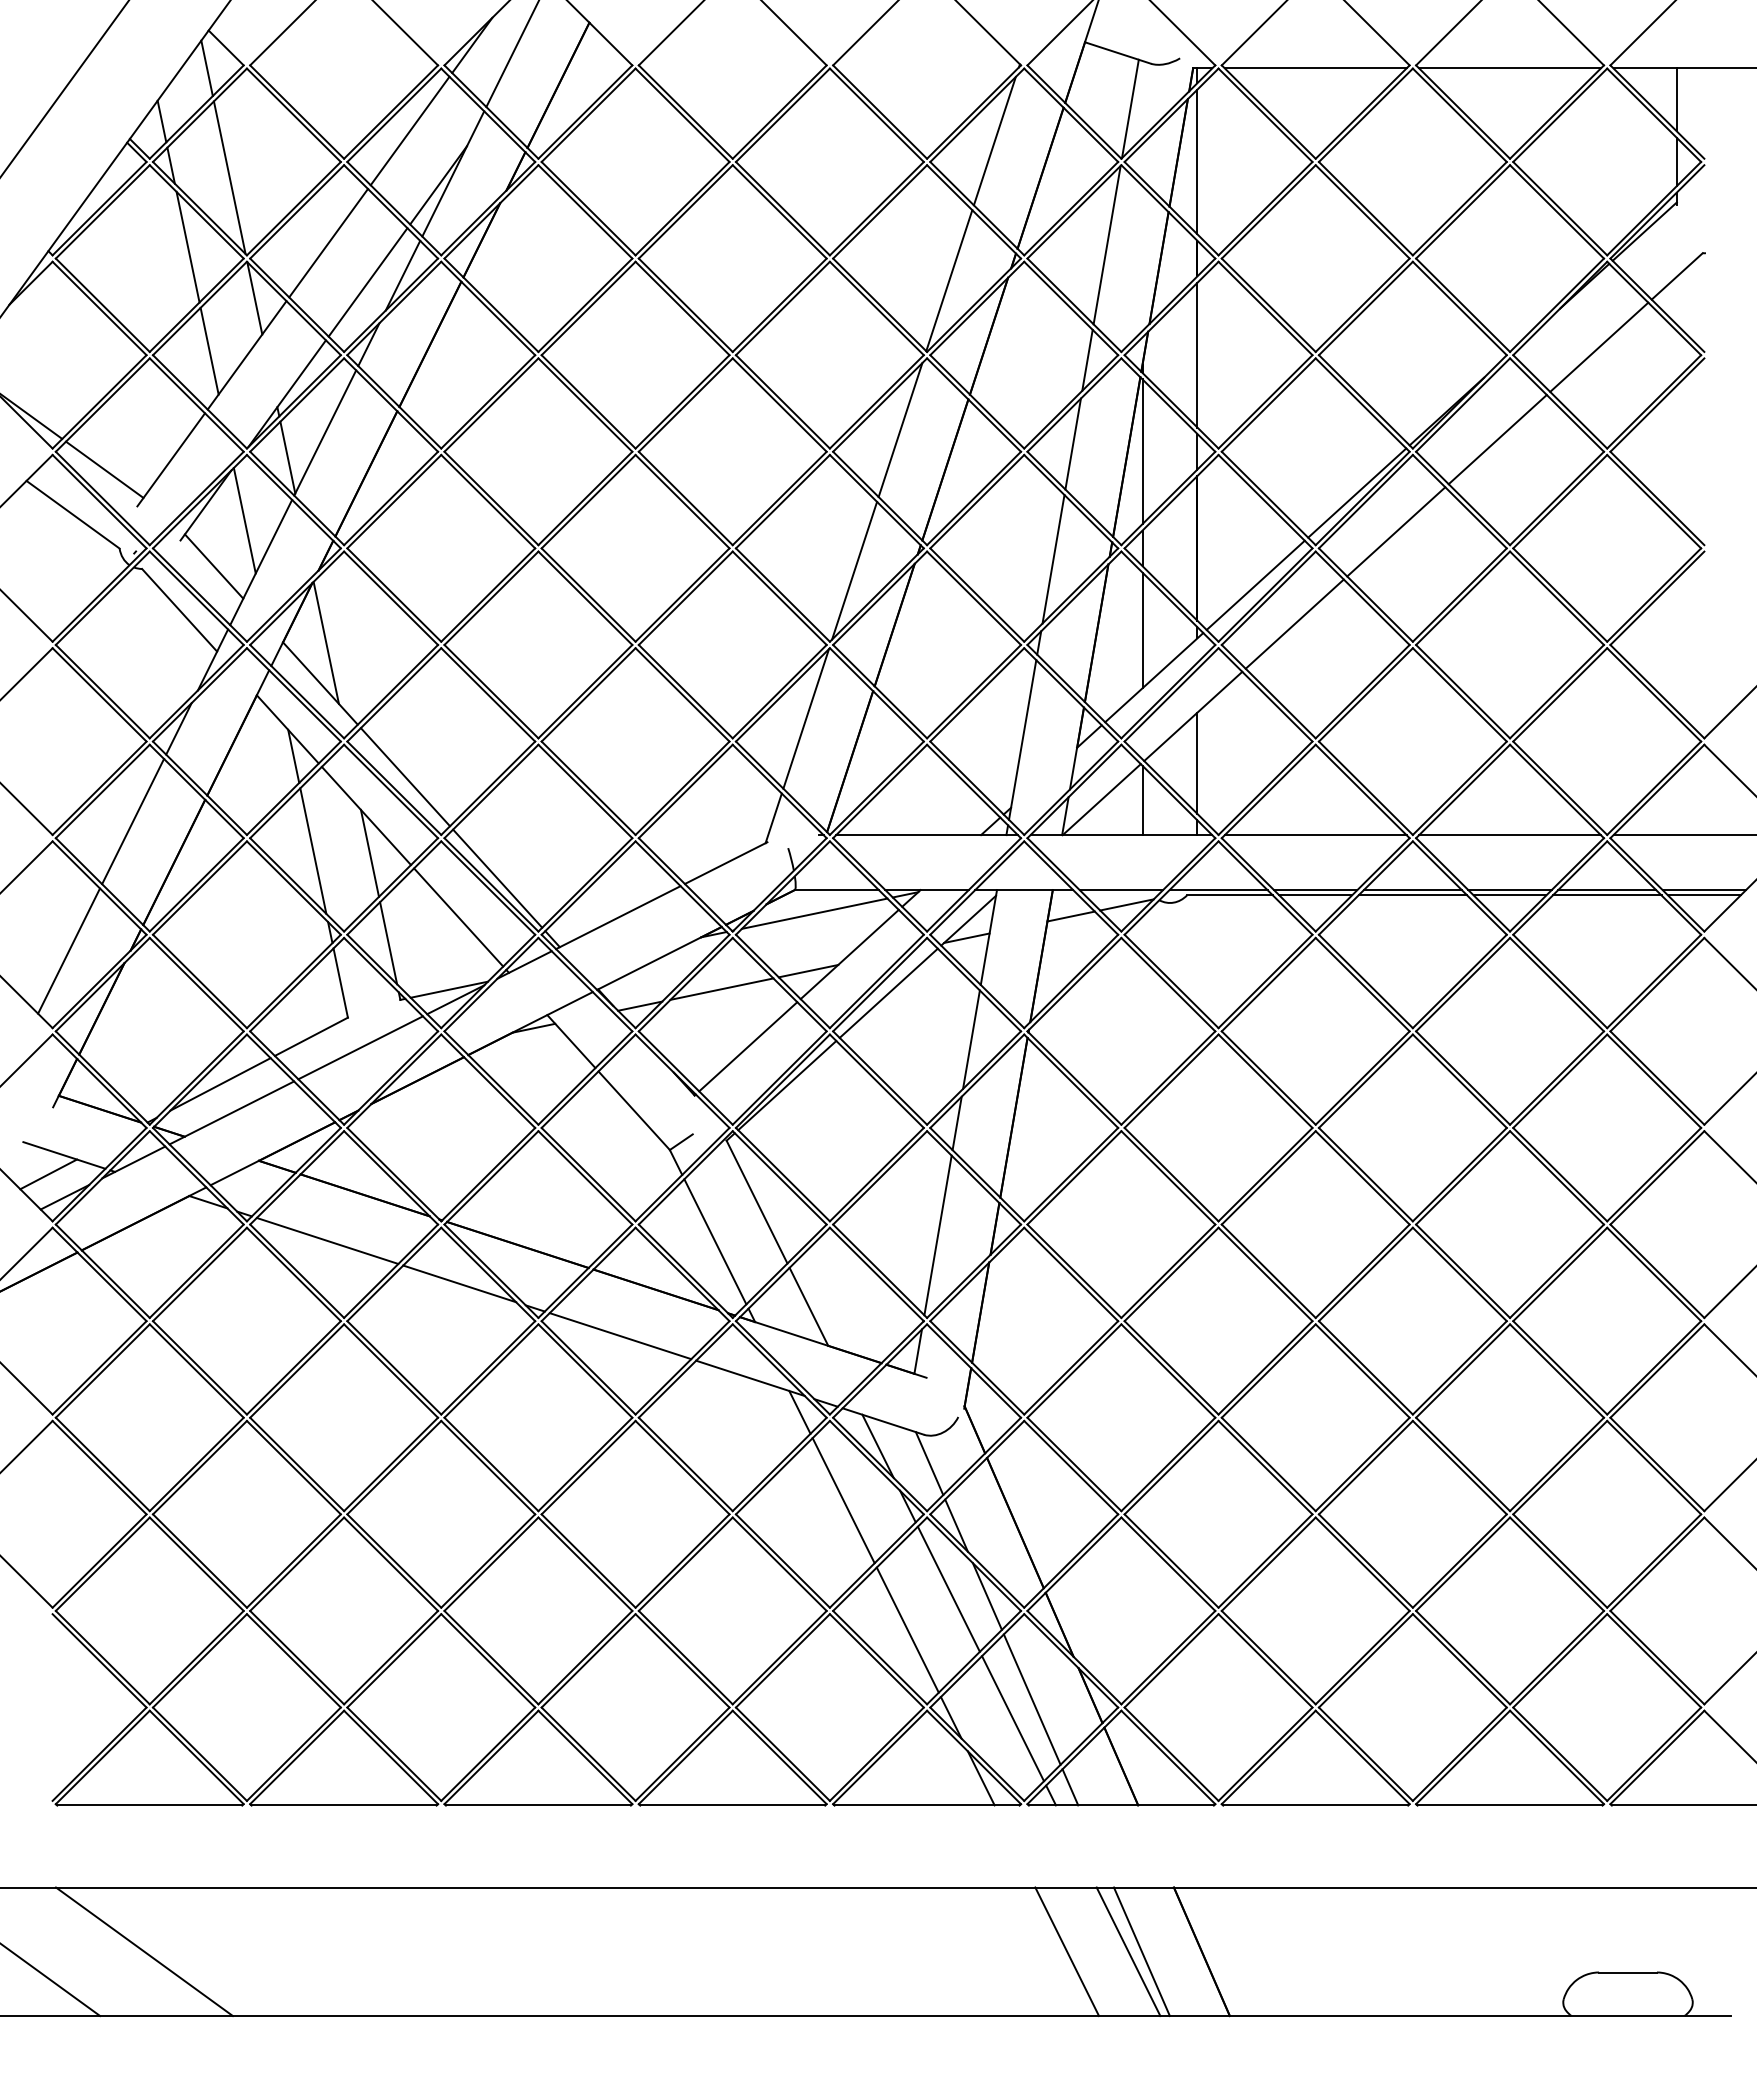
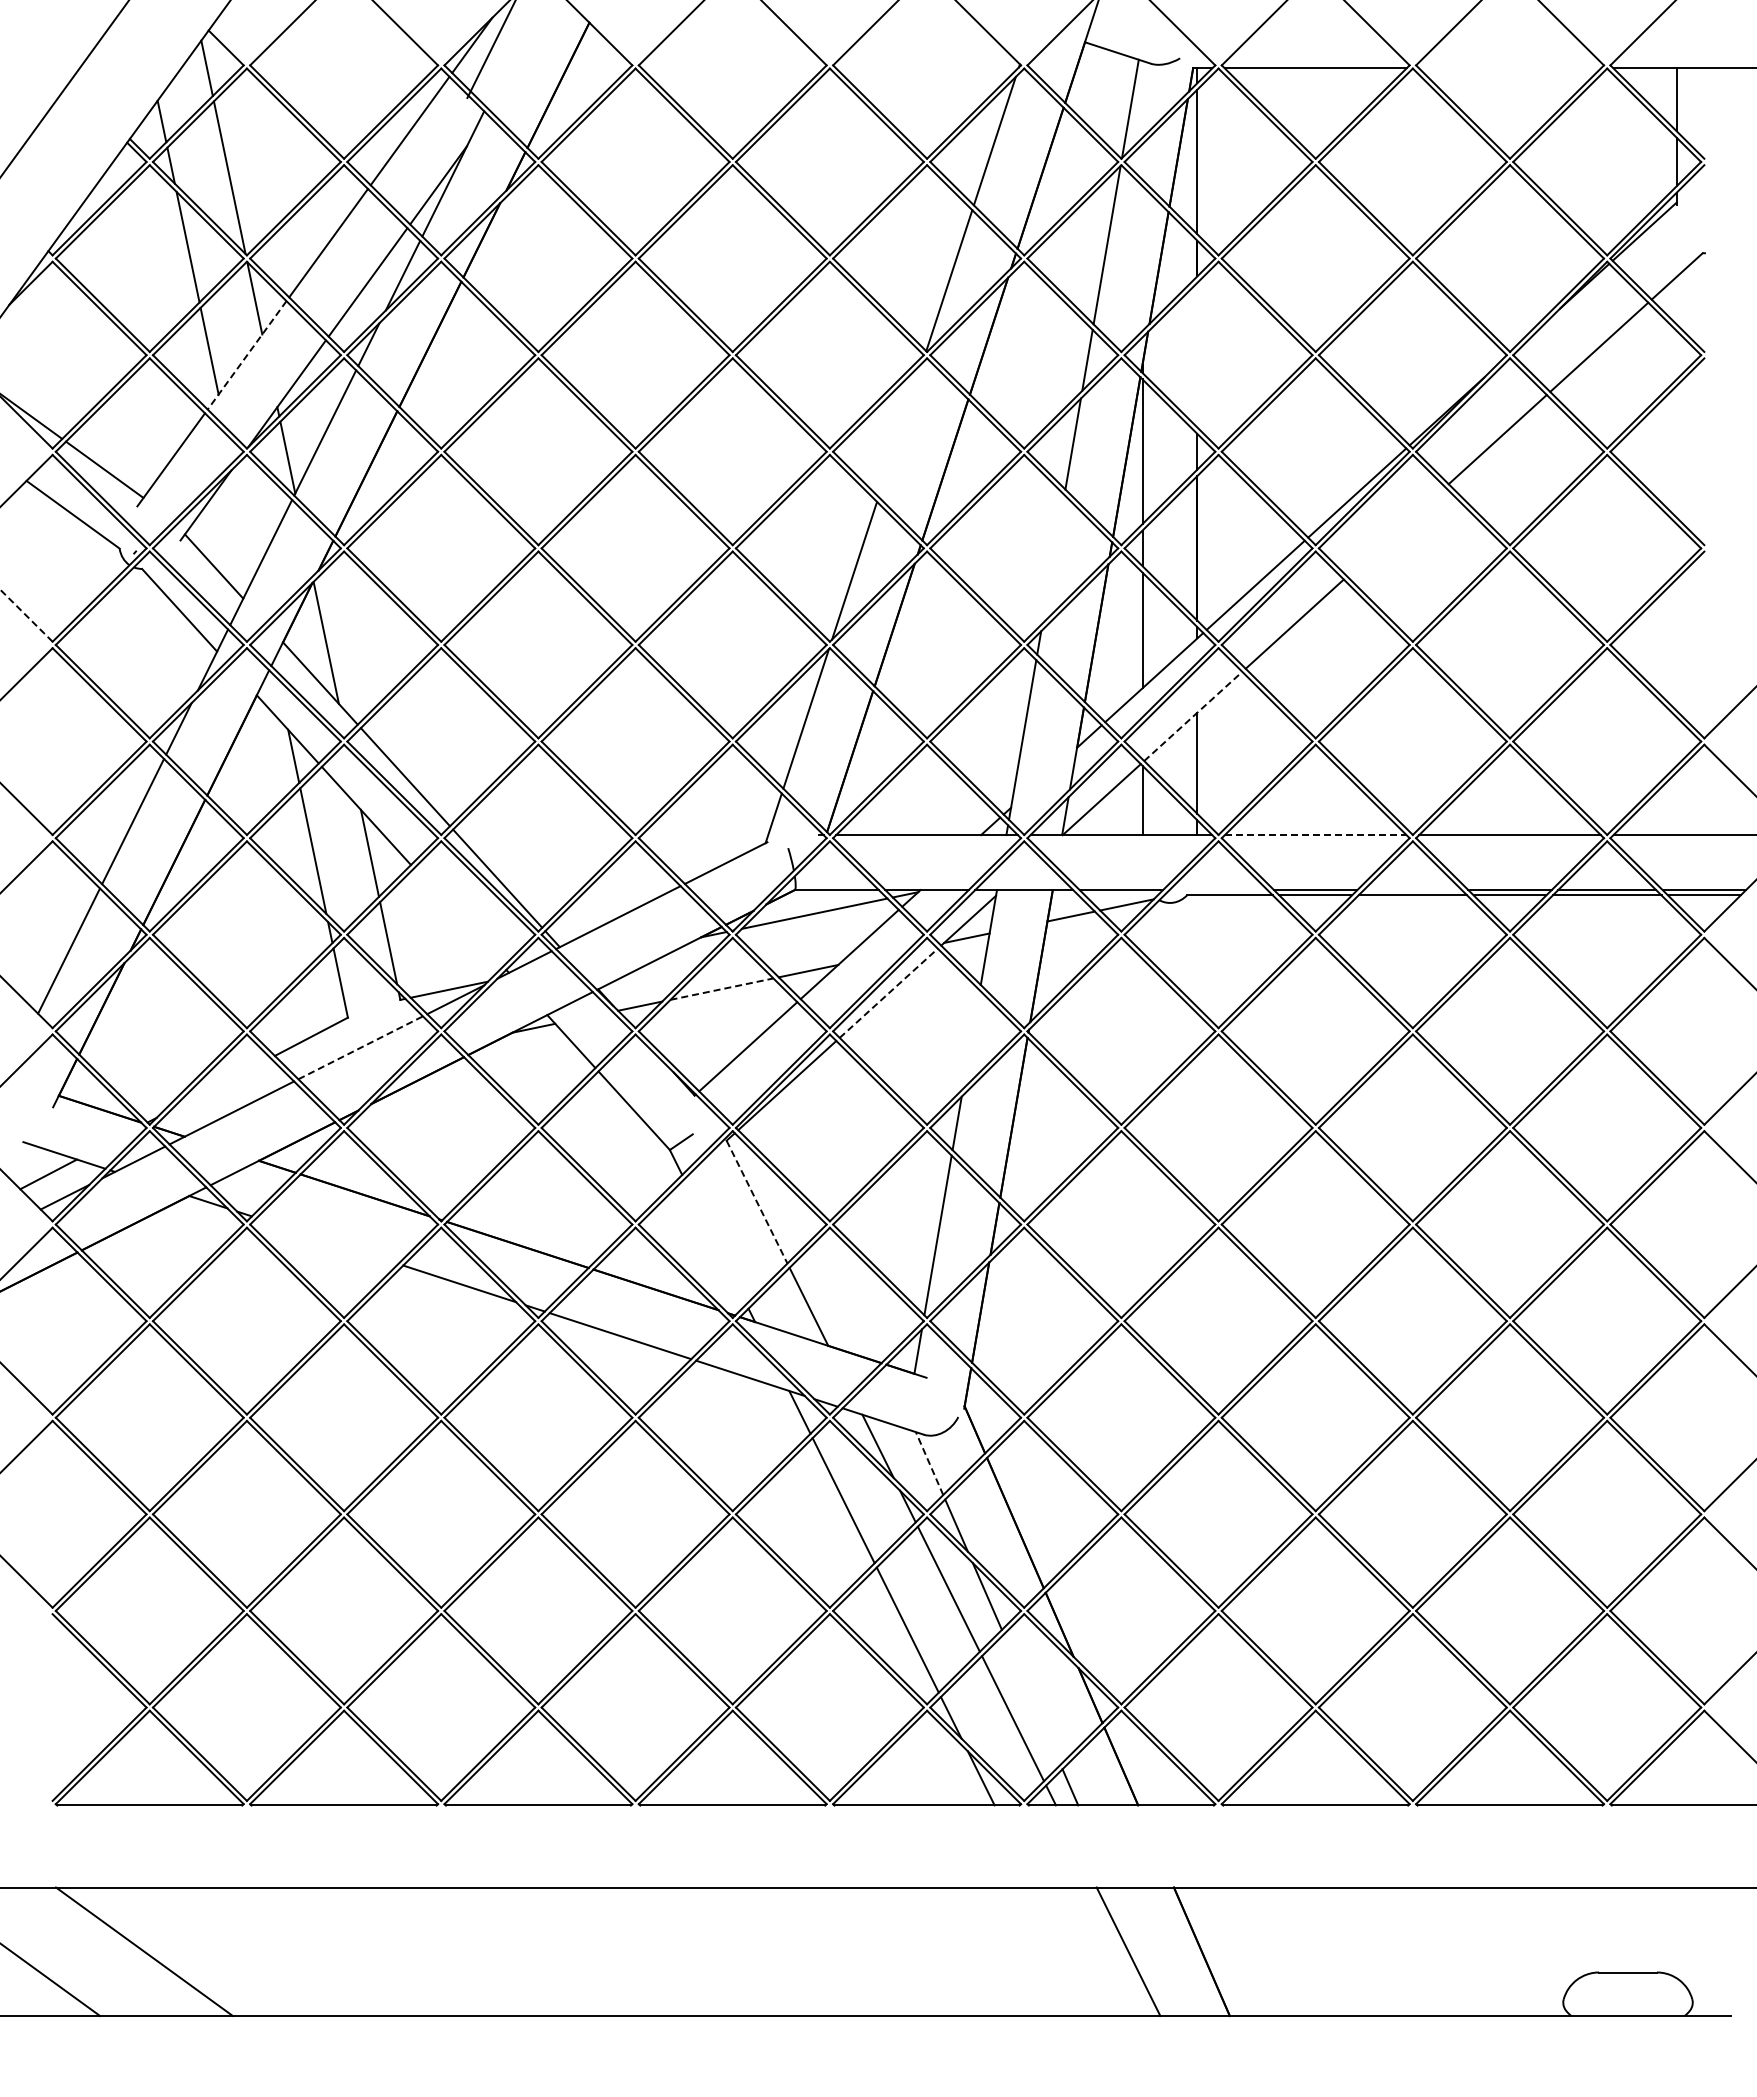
line at (512, 54) position: (512, 54) -> (490, 50)
line at (1509, 68): present -> none
line at (1197, 354): present -> none
line at (246, 355): solid -> dashed
line at (900, 430): present -> none
line at (244, 520): present -> none
line at (1396, 531): present -> none
line at (1053, 559): present -> none
line at (26, 615): solid -> dashed
line at (1193, 716): solid -> dashed
line at (1315, 835): solid -> dashed
line at (1218, 890): present -> none
line at (1412, 890): present -> none
line at (458, 917): present -> none
line at (721, 989): solid -> dashed
line at (889, 992): solid -> dashed
line at (971, 1039): present -> none
line at (360, 1047): solid -> dashed
line at (220, 1084): present -> none
line at (757, 1202): solid -> dashed
line at (327, 1240): present -> none
line at (715, 1241): present -> none
line at (929, 1463): solid -> dashed
line at (1031, 1699): present -> none
line at (1067, 1951): present -> none
line at (1141, 1951): present -> none
